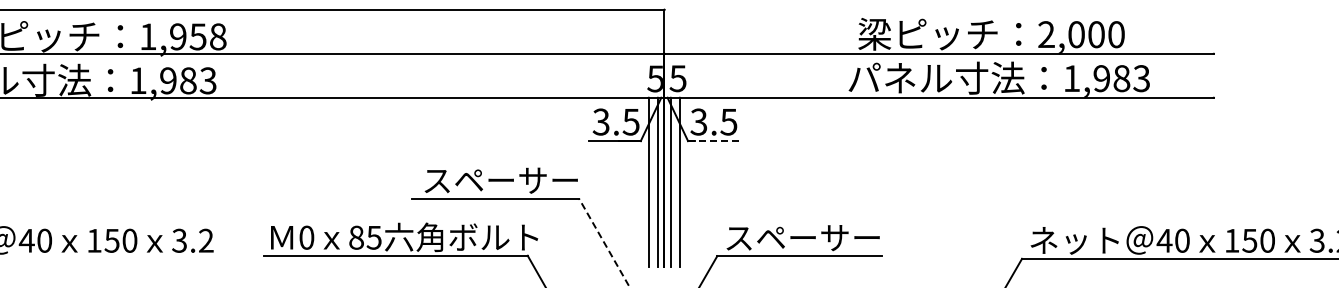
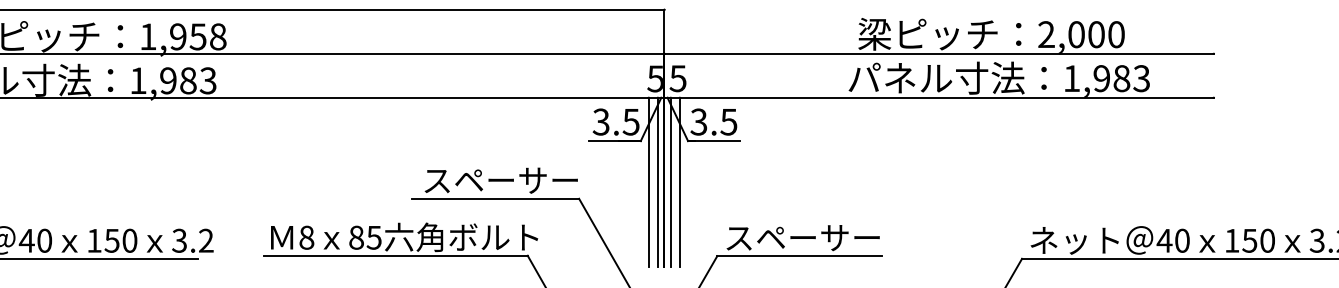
line at (714, 141): dashed -> solid
text at (306, 237): 0 -> 8
line at (604, 242): dashed -> solid
line at (99, 258): none -> present
